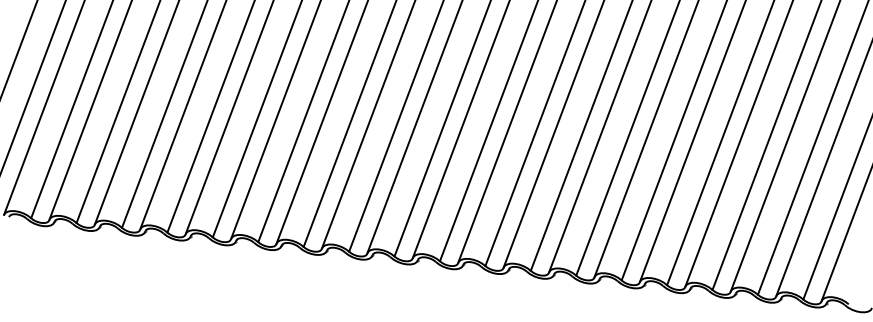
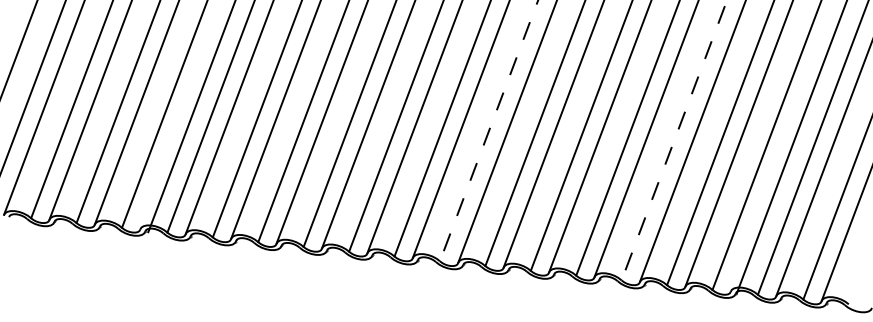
line at (182, 115) position: (182, 115) -> (191, 117)
line at (488, 131): solid -> dashed
line at (674, 141): solid -> dashed
line at (784, 146) position: (784, 146) -> (791, 147)
